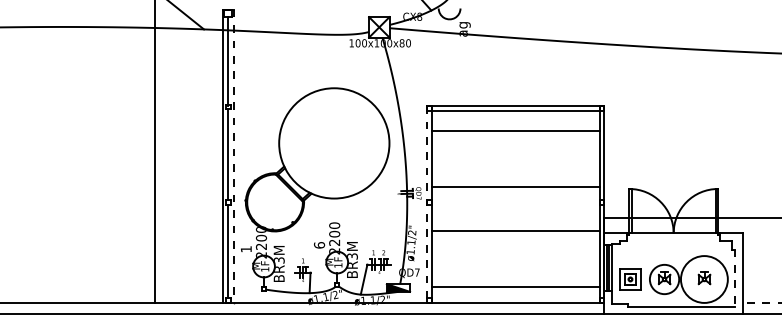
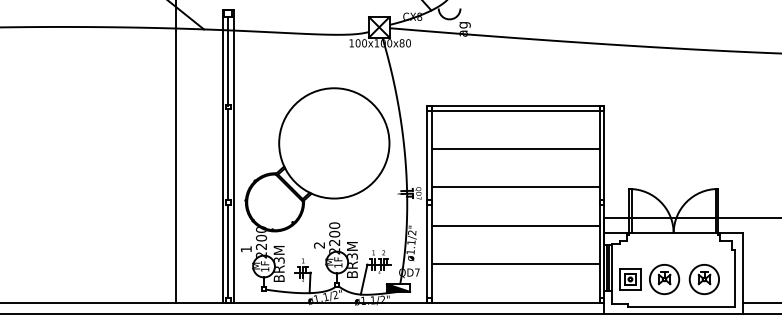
line at (515, 130) position: (515, 130) -> (515, 148)
line at (155, 152) position: (155, 152) -> (176, 152)
line at (234, 156): dashed -> solid
line at (426, 204): dashed -> solid
line at (515, 230) position: (515, 230) -> (515, 225)
text at (319, 245): 6 -> 2
line at (735, 278): dashed -> solid
circle at (703, 279) diameter: 47 px -> 29 px
line at (515, 287) position: (515, 287) -> (515, 264)
line at (762, 302): dashed -> solid
